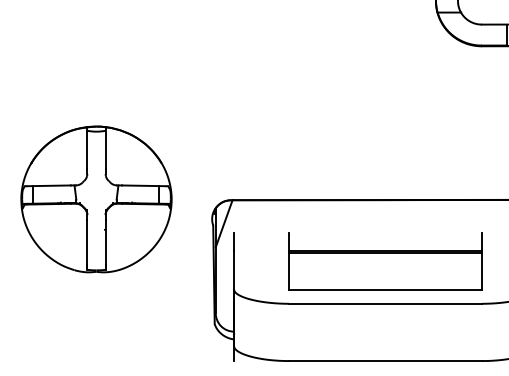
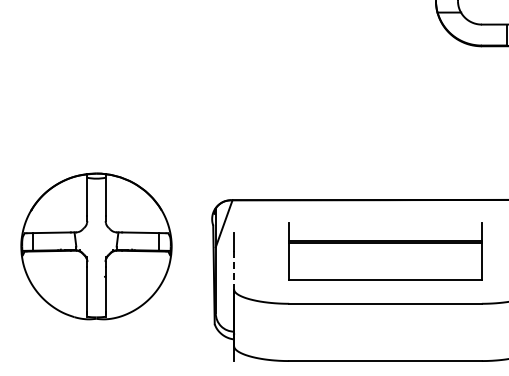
part at (96, 199) position: (96, 199) -> (96, 246)
part at (385, 261) position: (385, 261) -> (385, 251)
line at (234, 270): solid -> dashed
